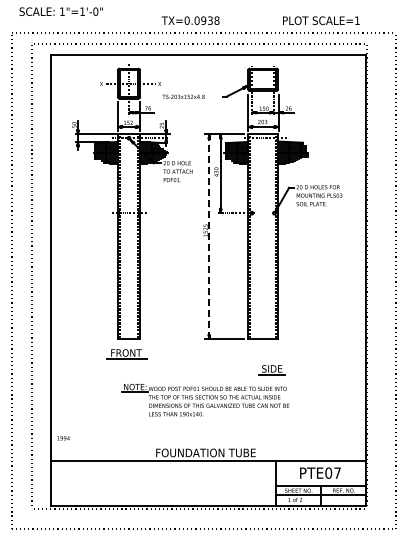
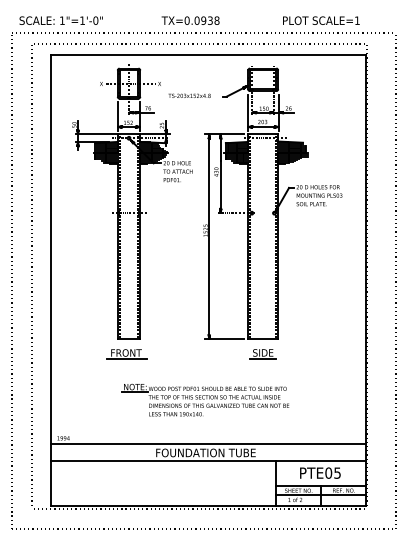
text at (60, 11) position: (60, 11) -> (60, 20)
text at (183, 96) position: (183, 96) -> (189, 95)
line at (209, 236): dashed -> solid
part at (271, 370) position: (271, 370) -> (262, 354)
line at (208, 444): none -> present
text at (337, 472): PTE07 -> PTE05
